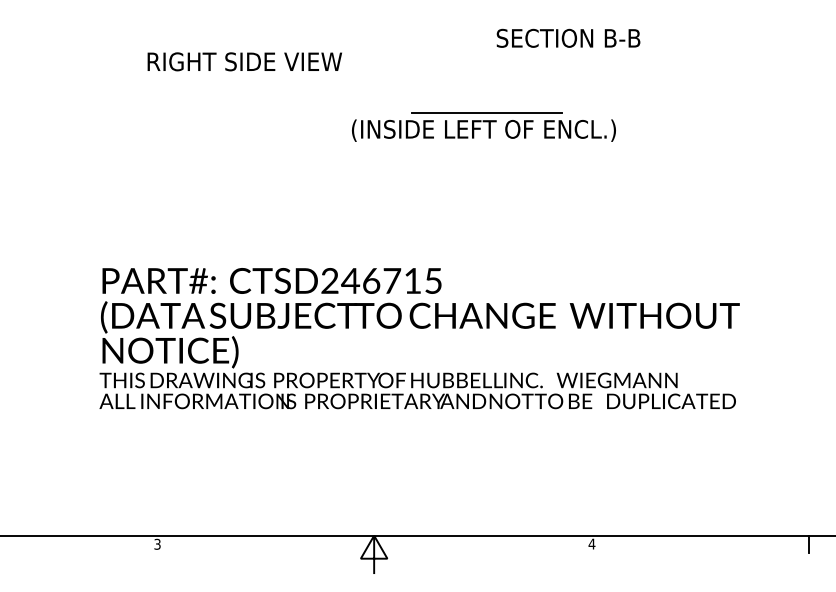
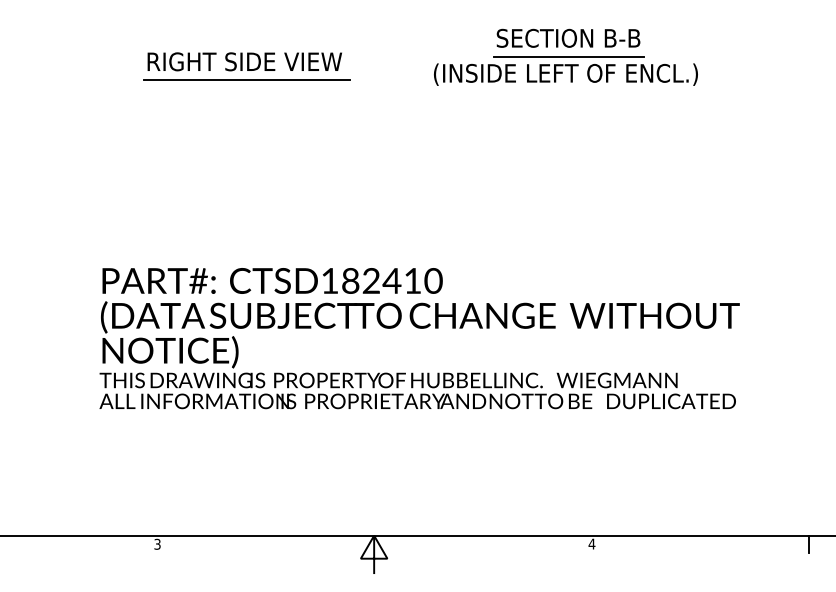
line at (246, 80): none -> present
part at (483, 126) position: (483, 126) -> (565, 70)
text at (381, 280): CTSD246715 -> CTSD182410
